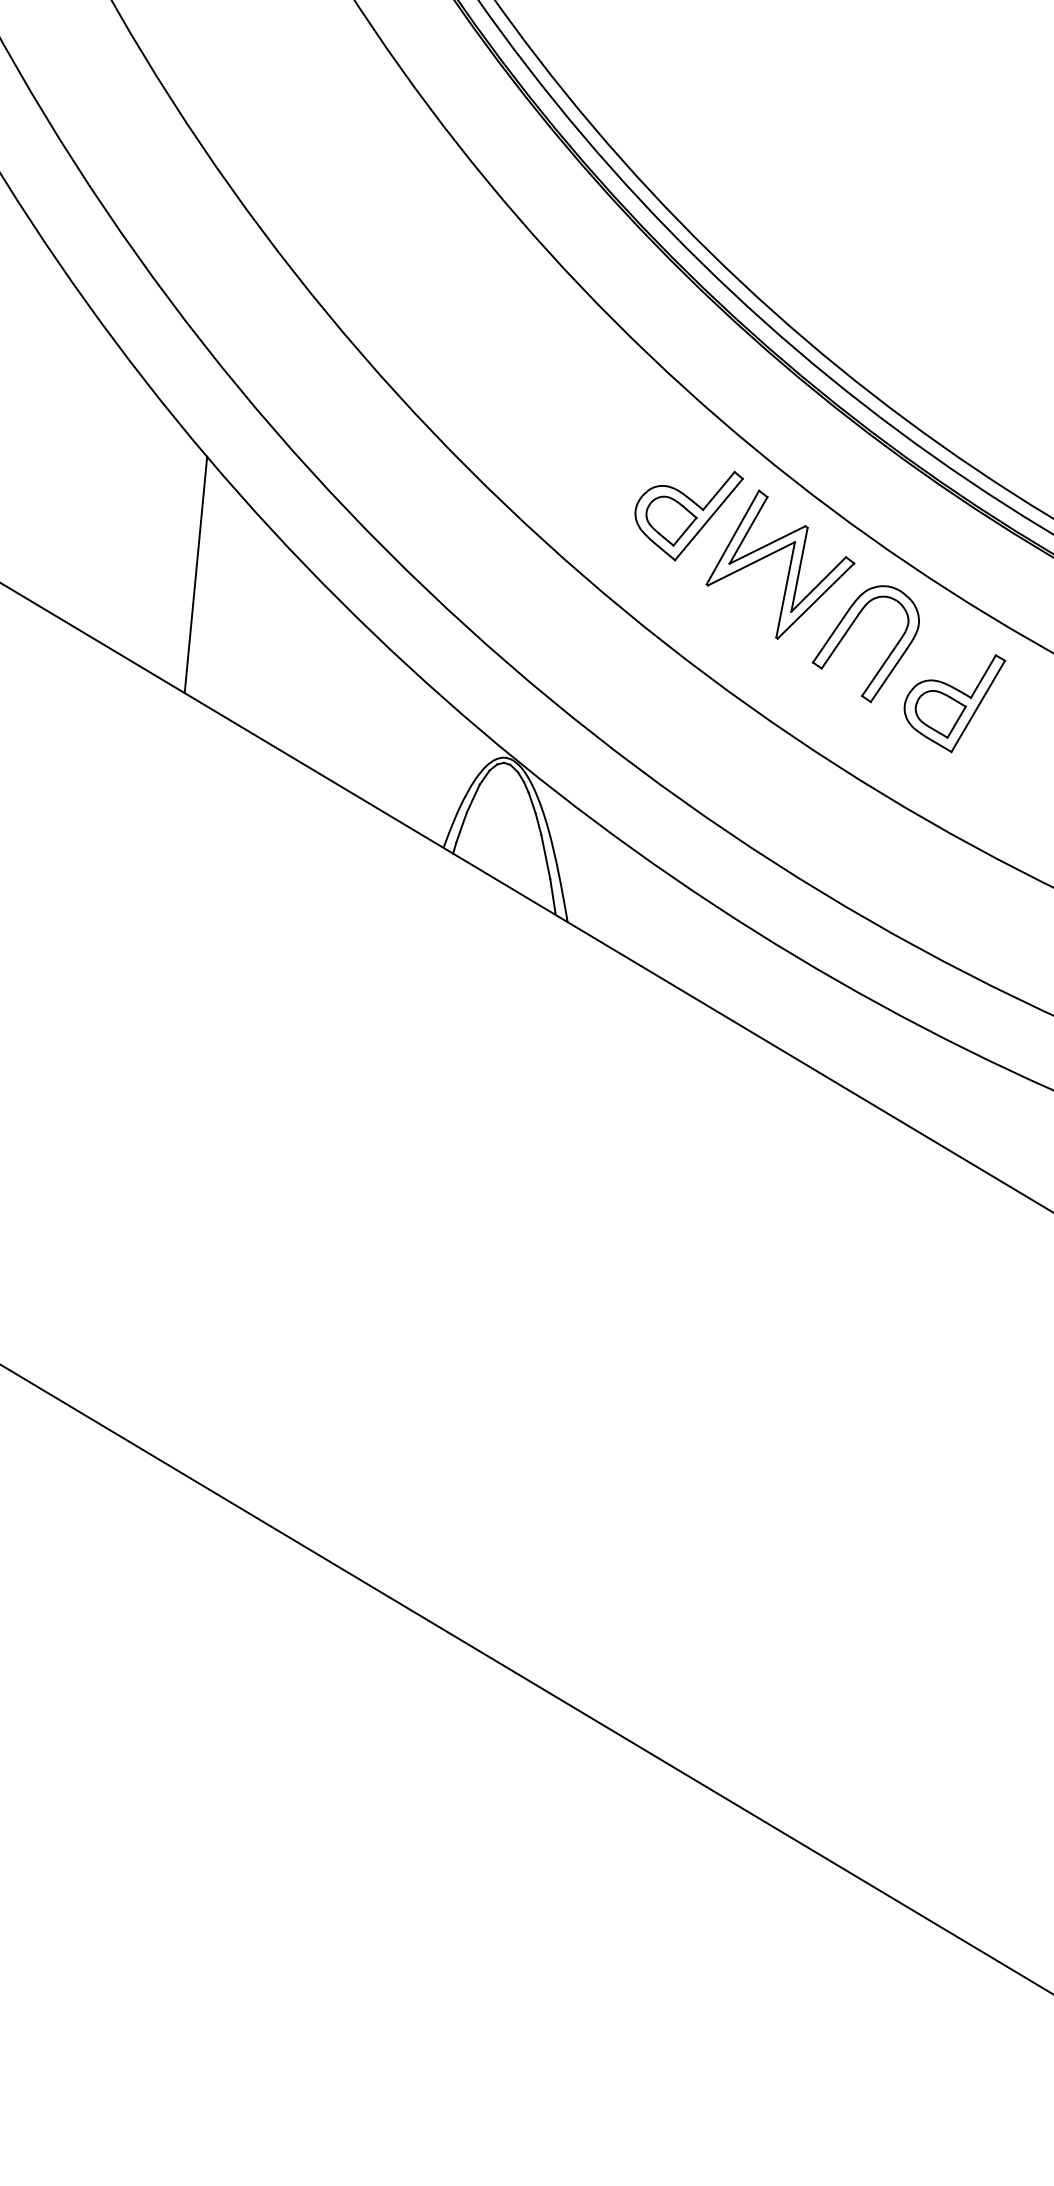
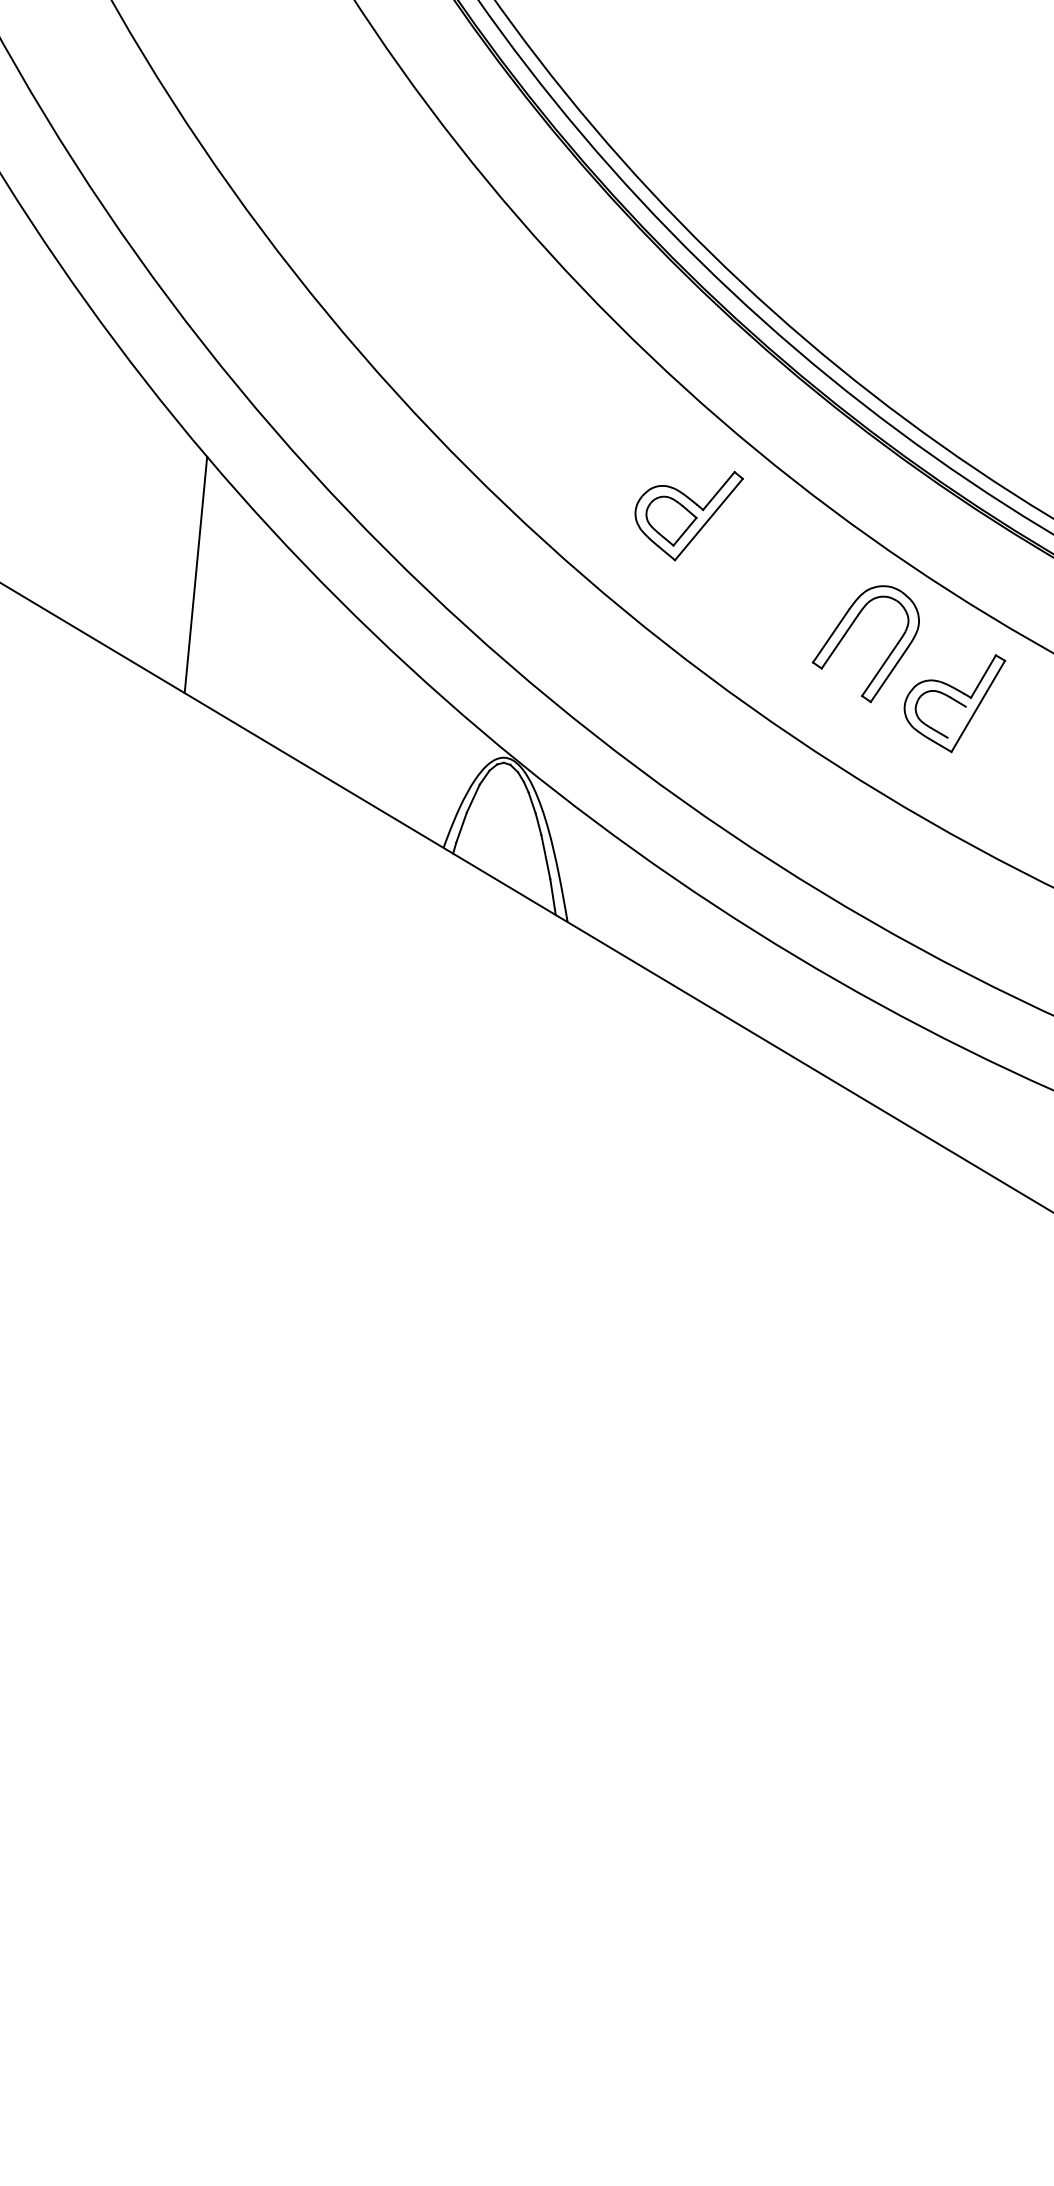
part at (788, 568): present -> none
line at (956, 721): present -> none
line at (526, 1678): present -> none
